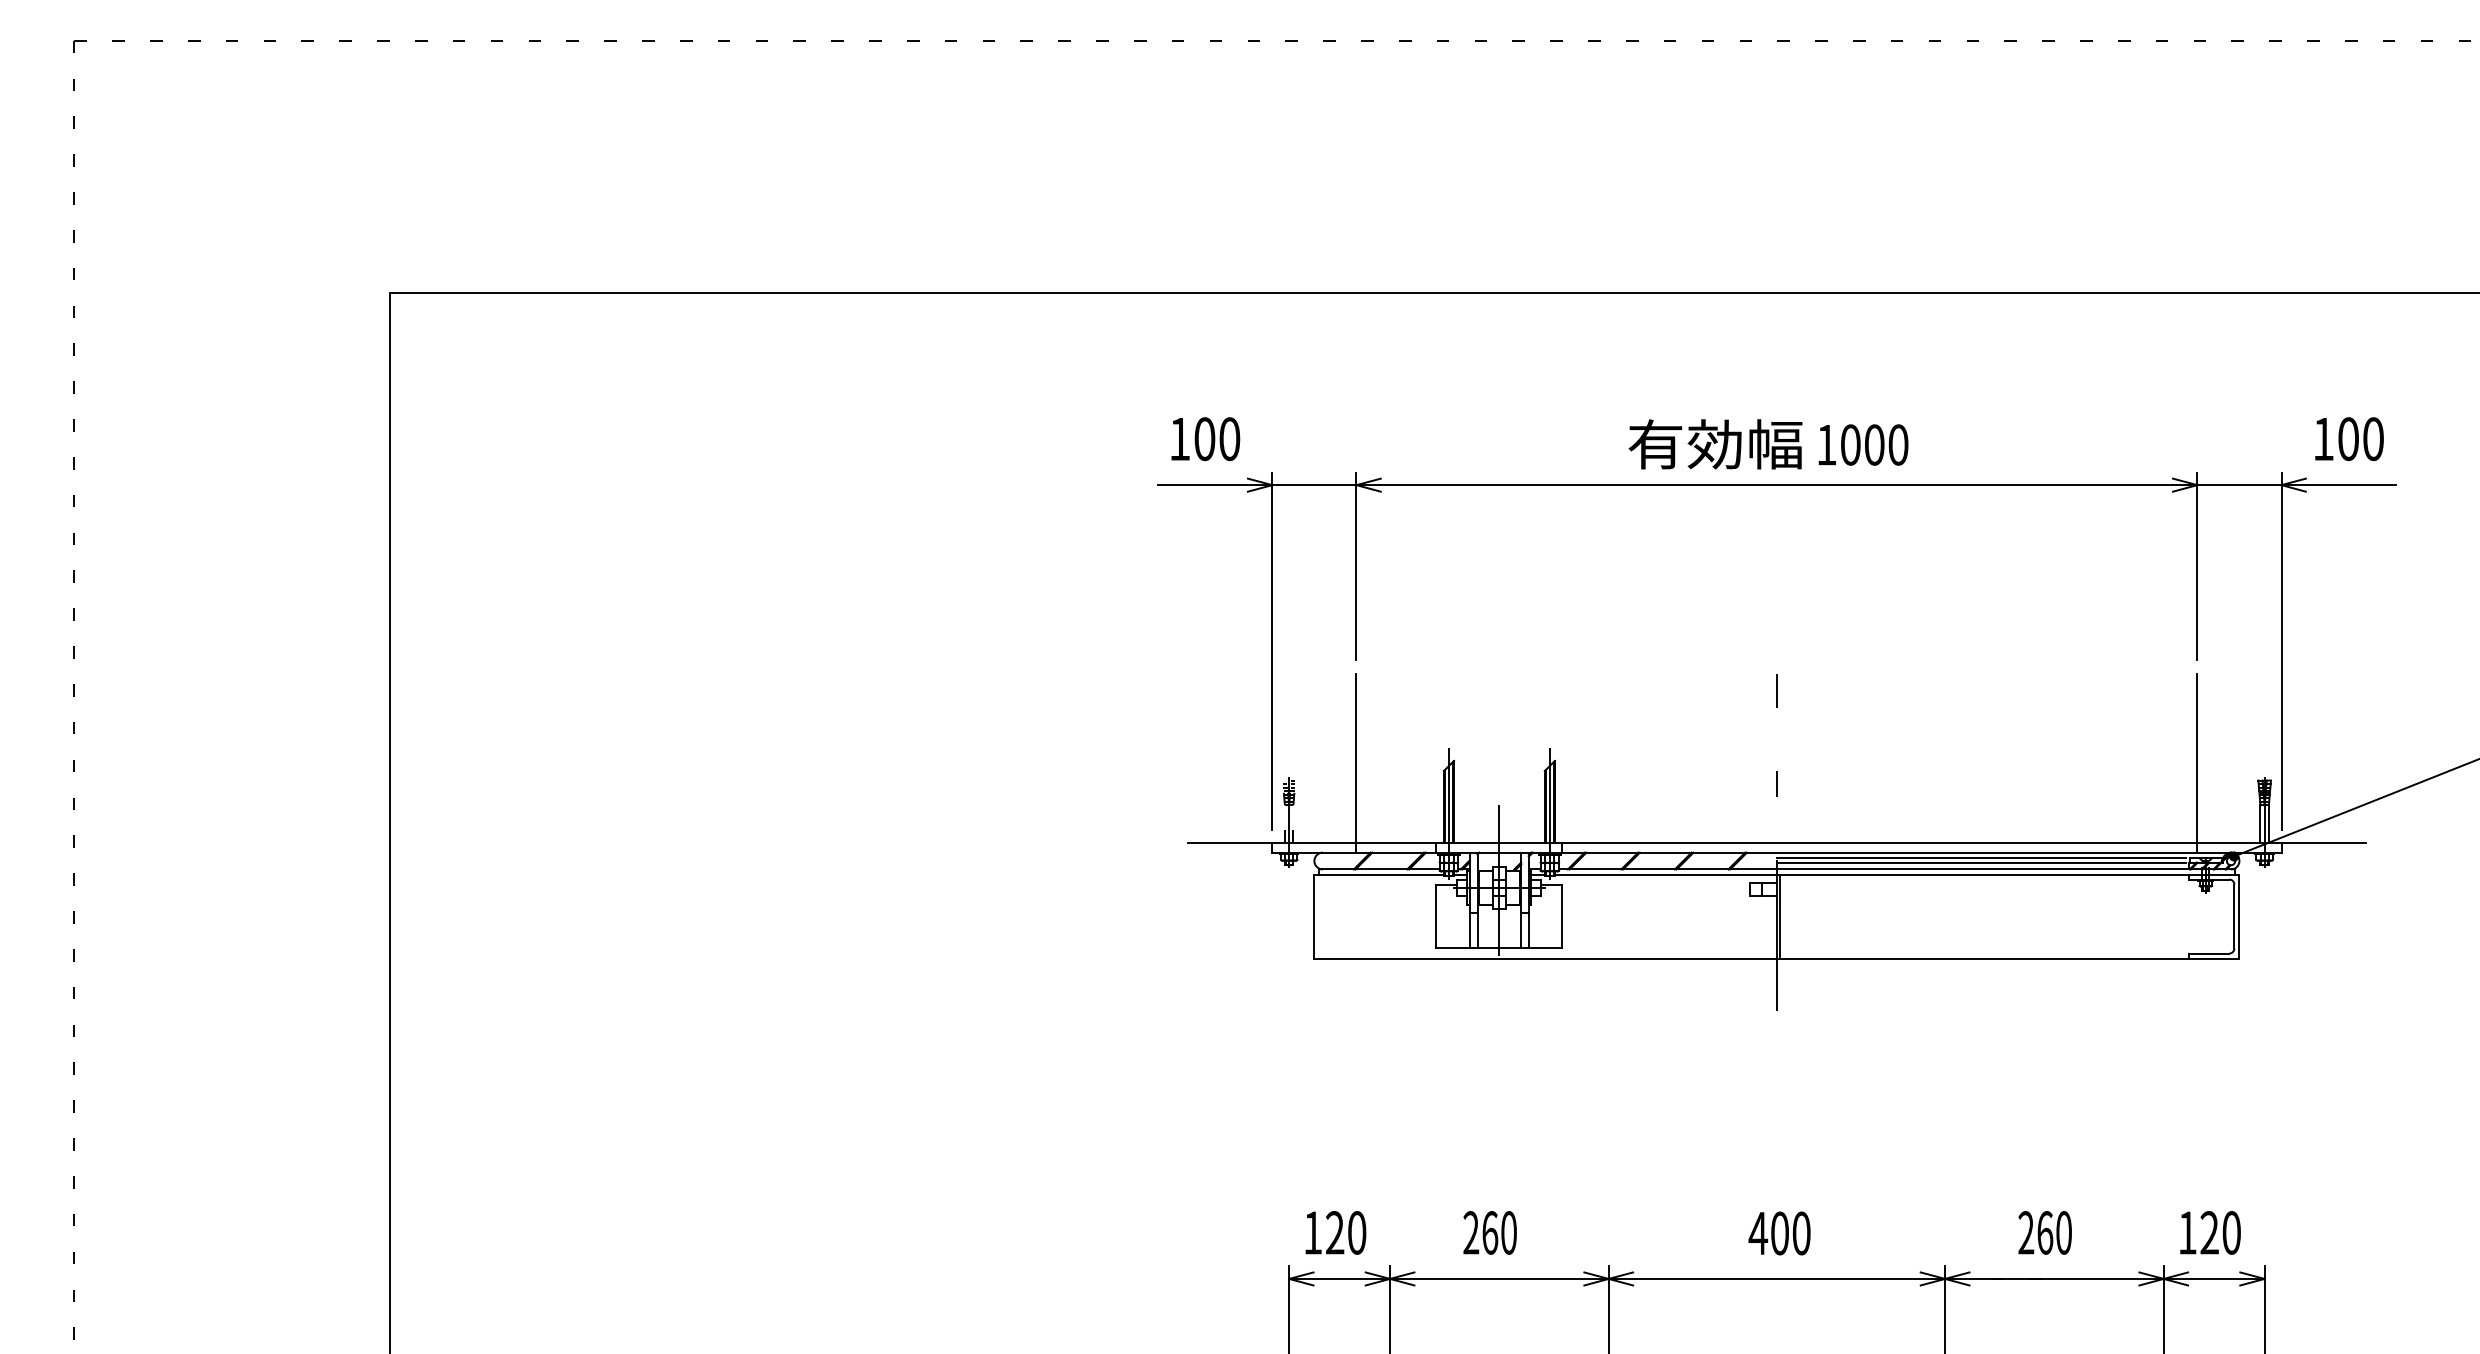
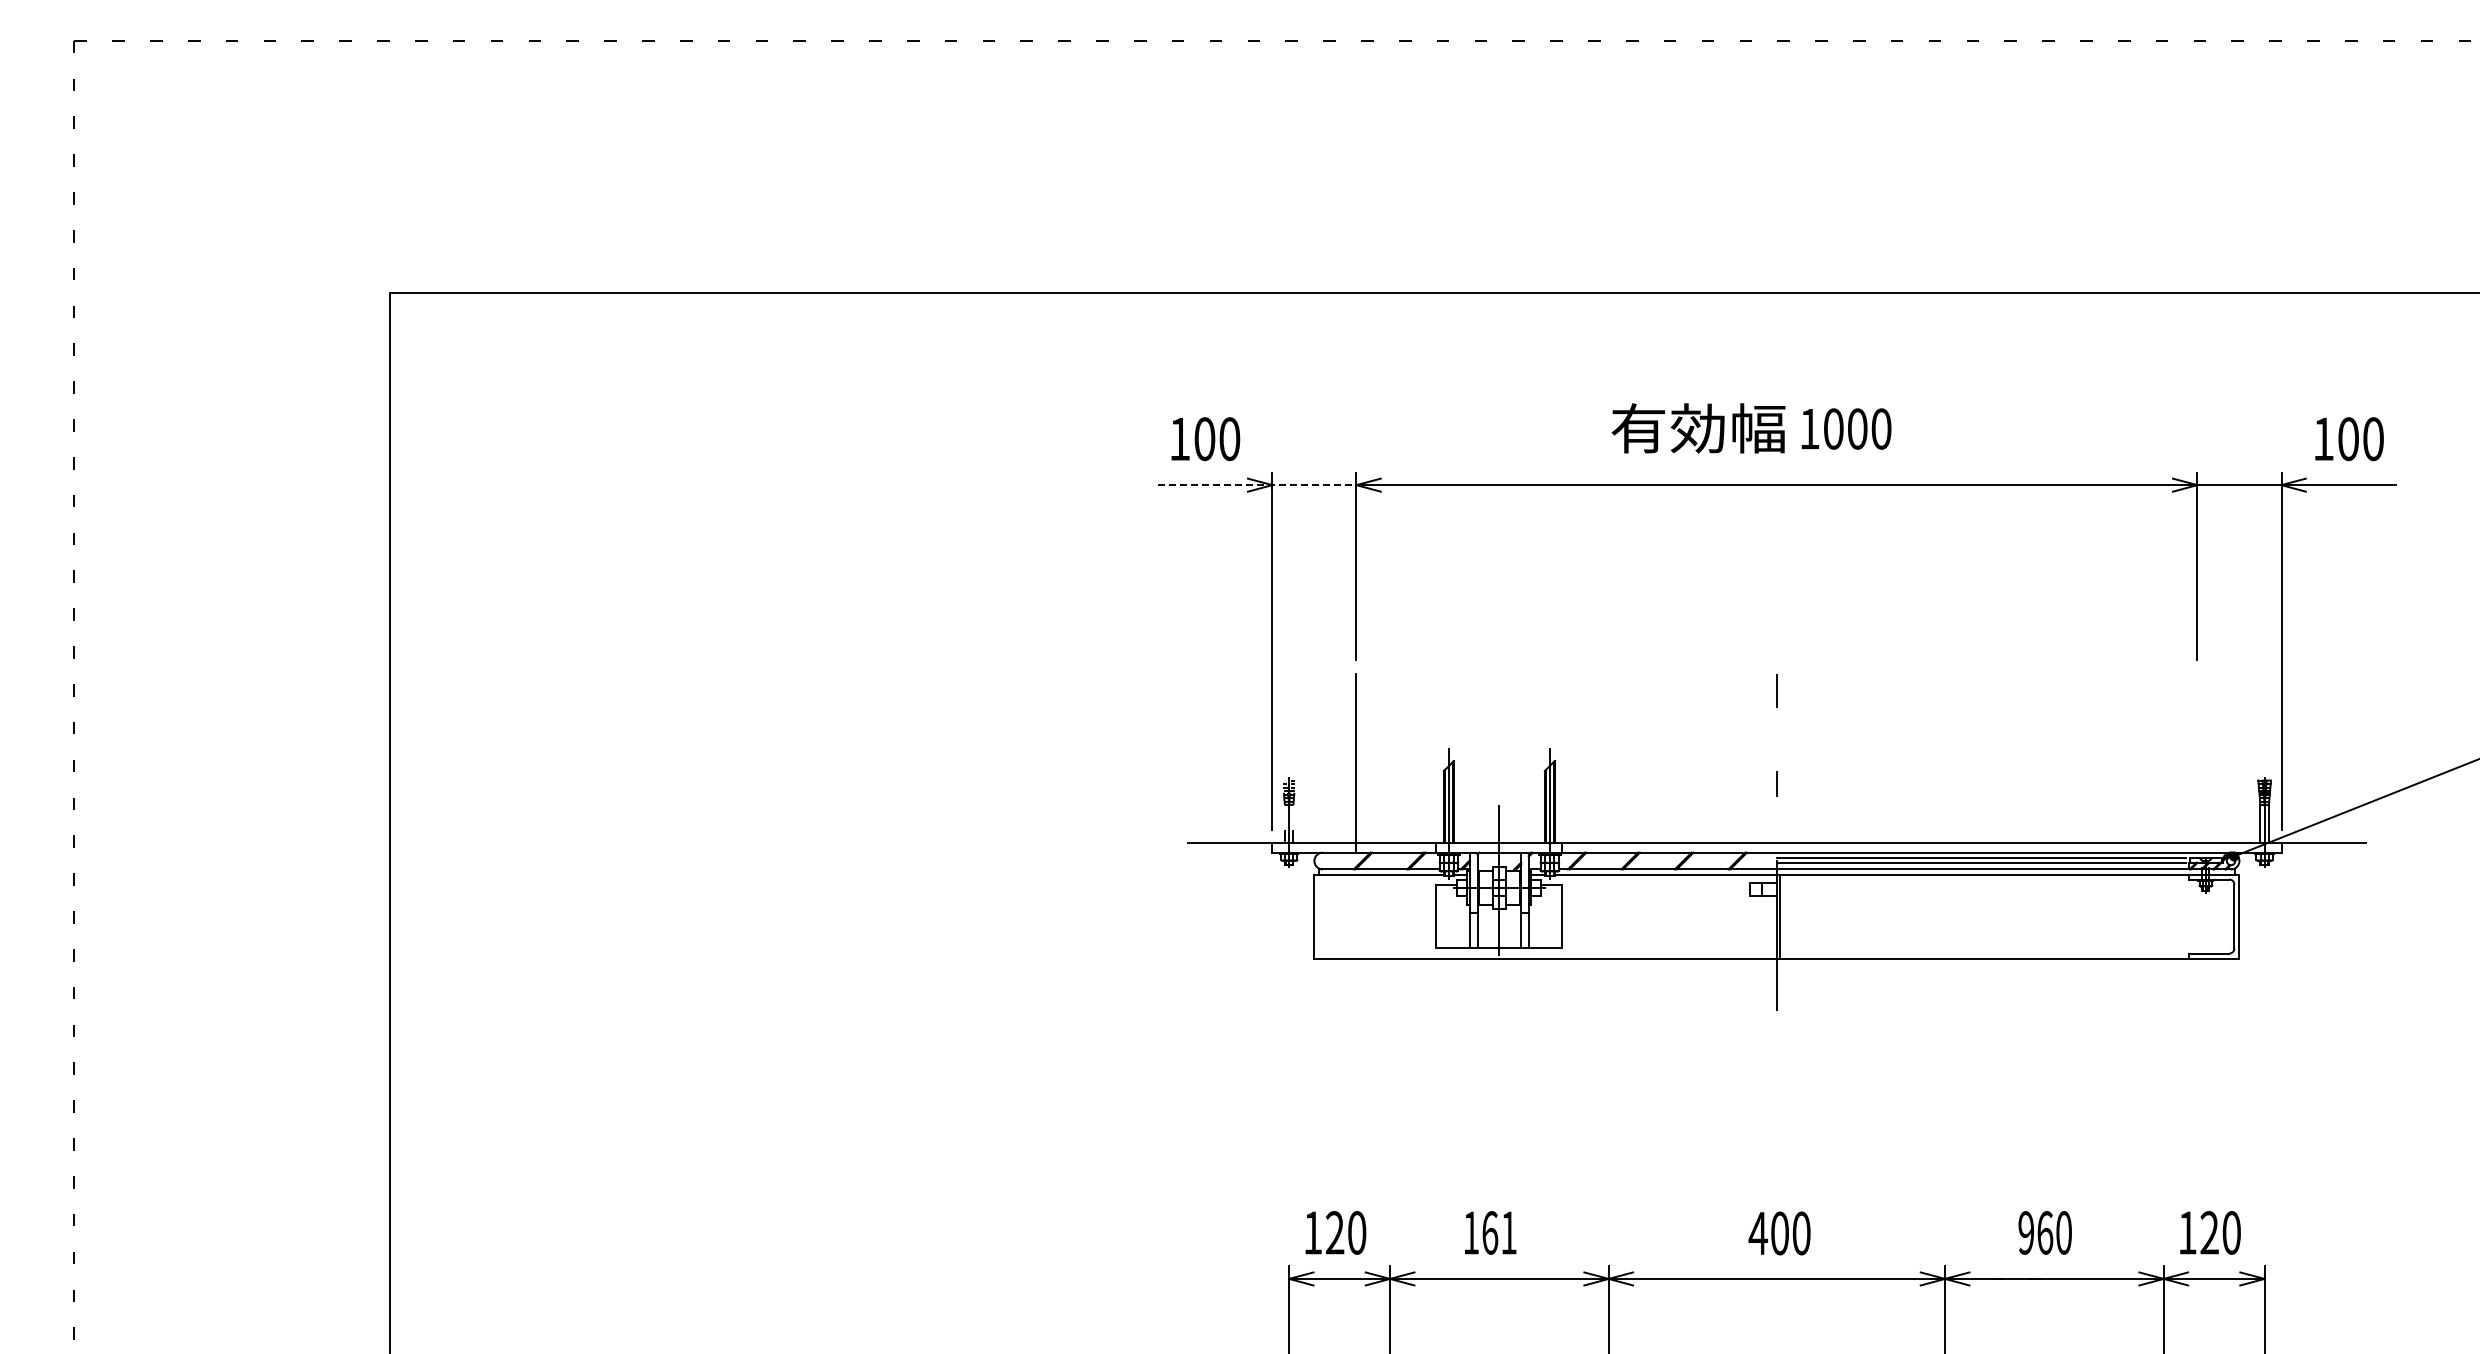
text at (1768, 444) position: (1768, 444) -> (1751, 428)
line at (1257, 485): solid -> dashed
line at (2197, 763): present -> none
text at (1489, 1232): 260 -> 161
text at (2026, 1232): 260 -> 960
